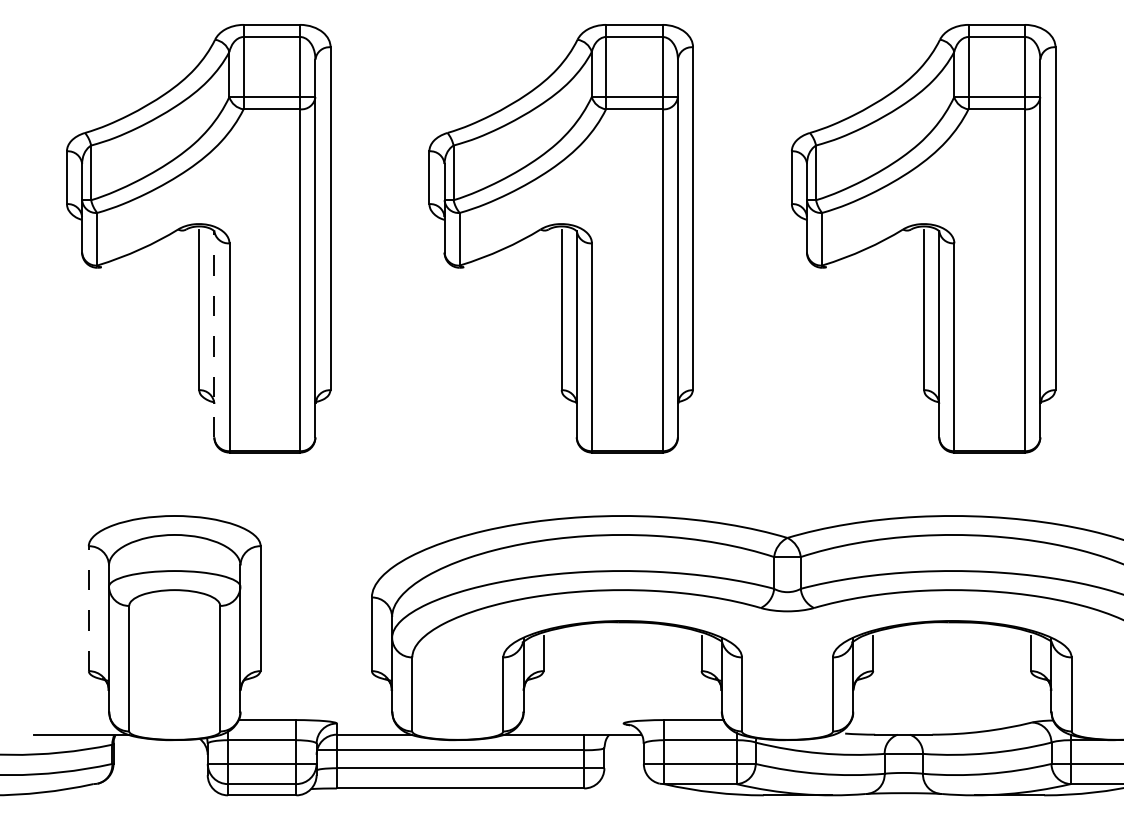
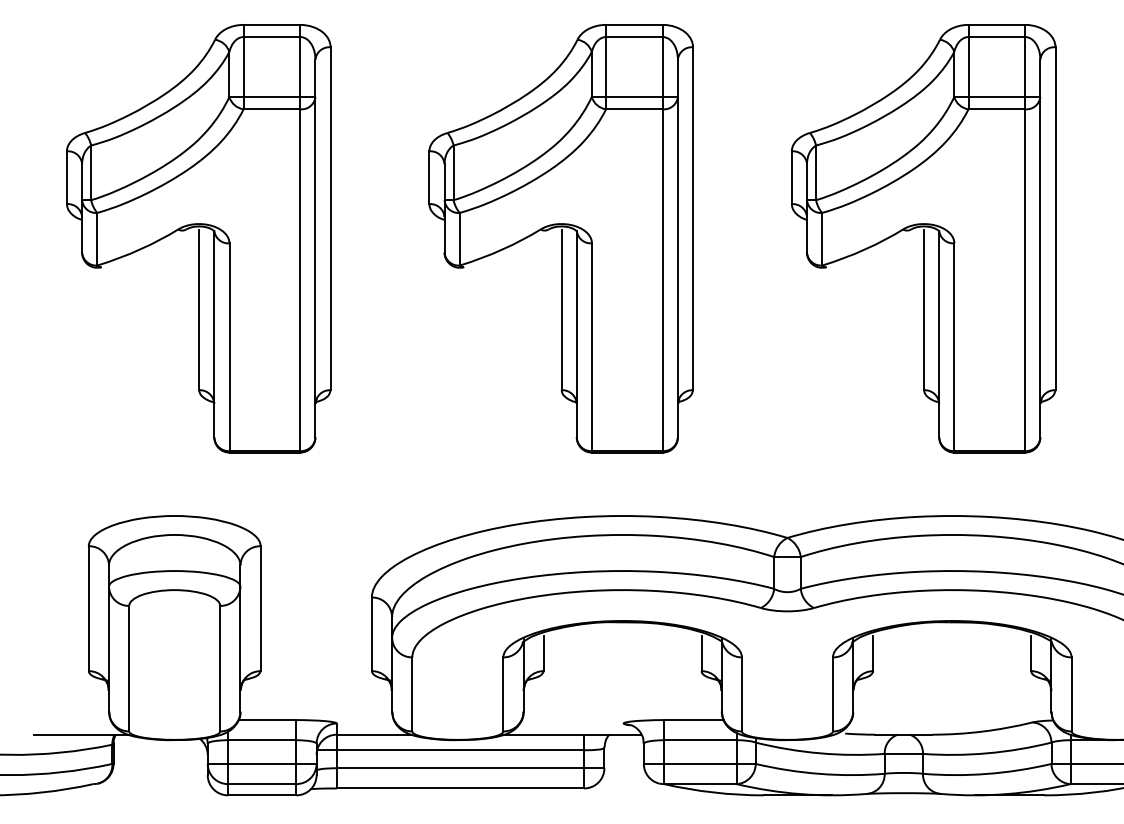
line at (214, 333): dashed -> solid
line at (88, 608): dashed -> solid
